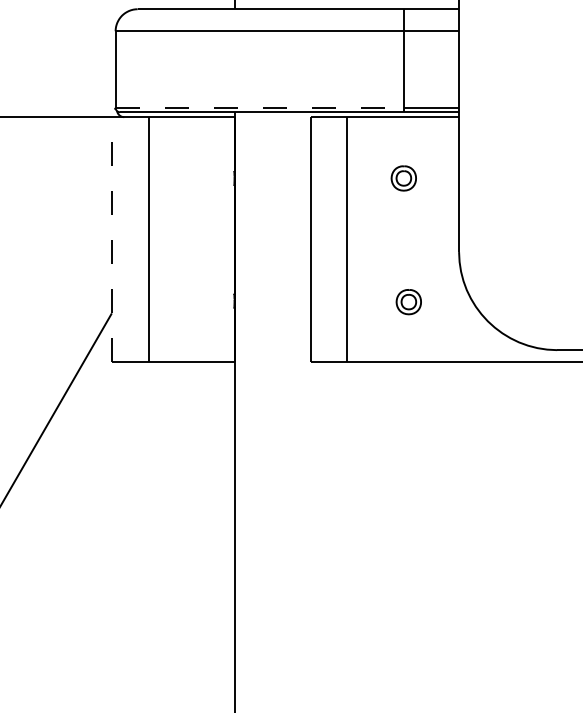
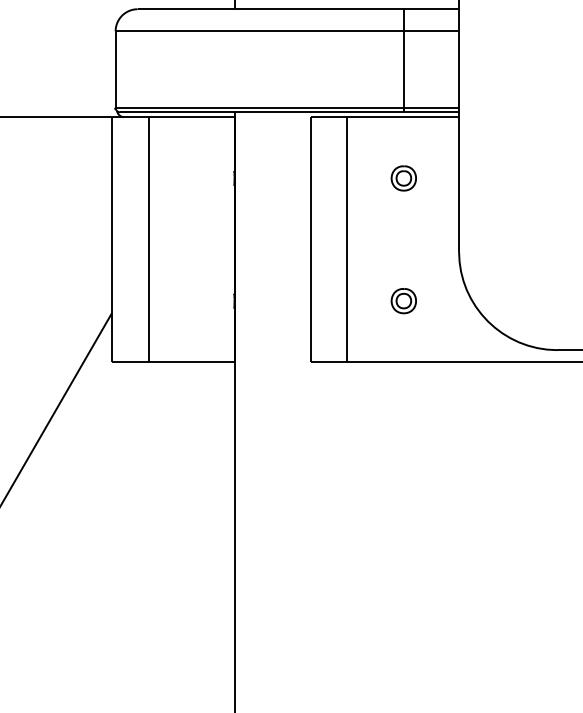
line at (260, 107): dashed -> solid
line at (111, 239): dashed -> solid
part at (408, 302) position: (408, 302) -> (403, 301)
